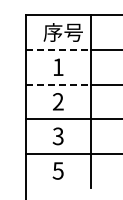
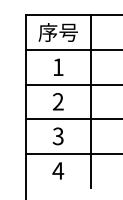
text at (62, 32) position: (62, 32) -> (57, 32)
line at (58, 50): dashed -> solid
line at (58, 84): dashed -> solid
text at (58, 170): 5 -> 4
